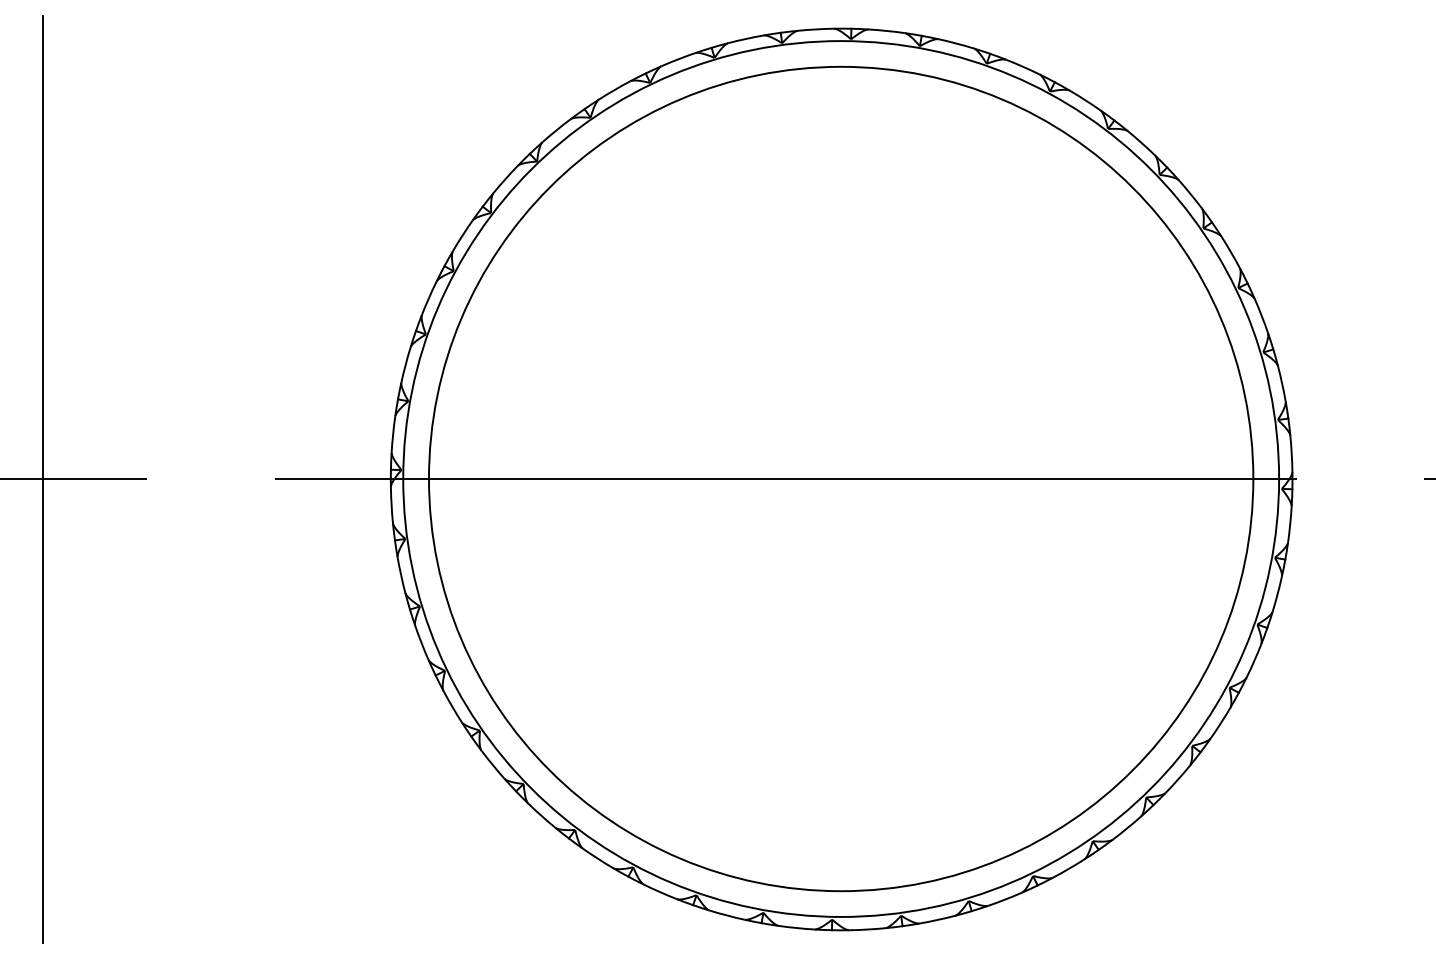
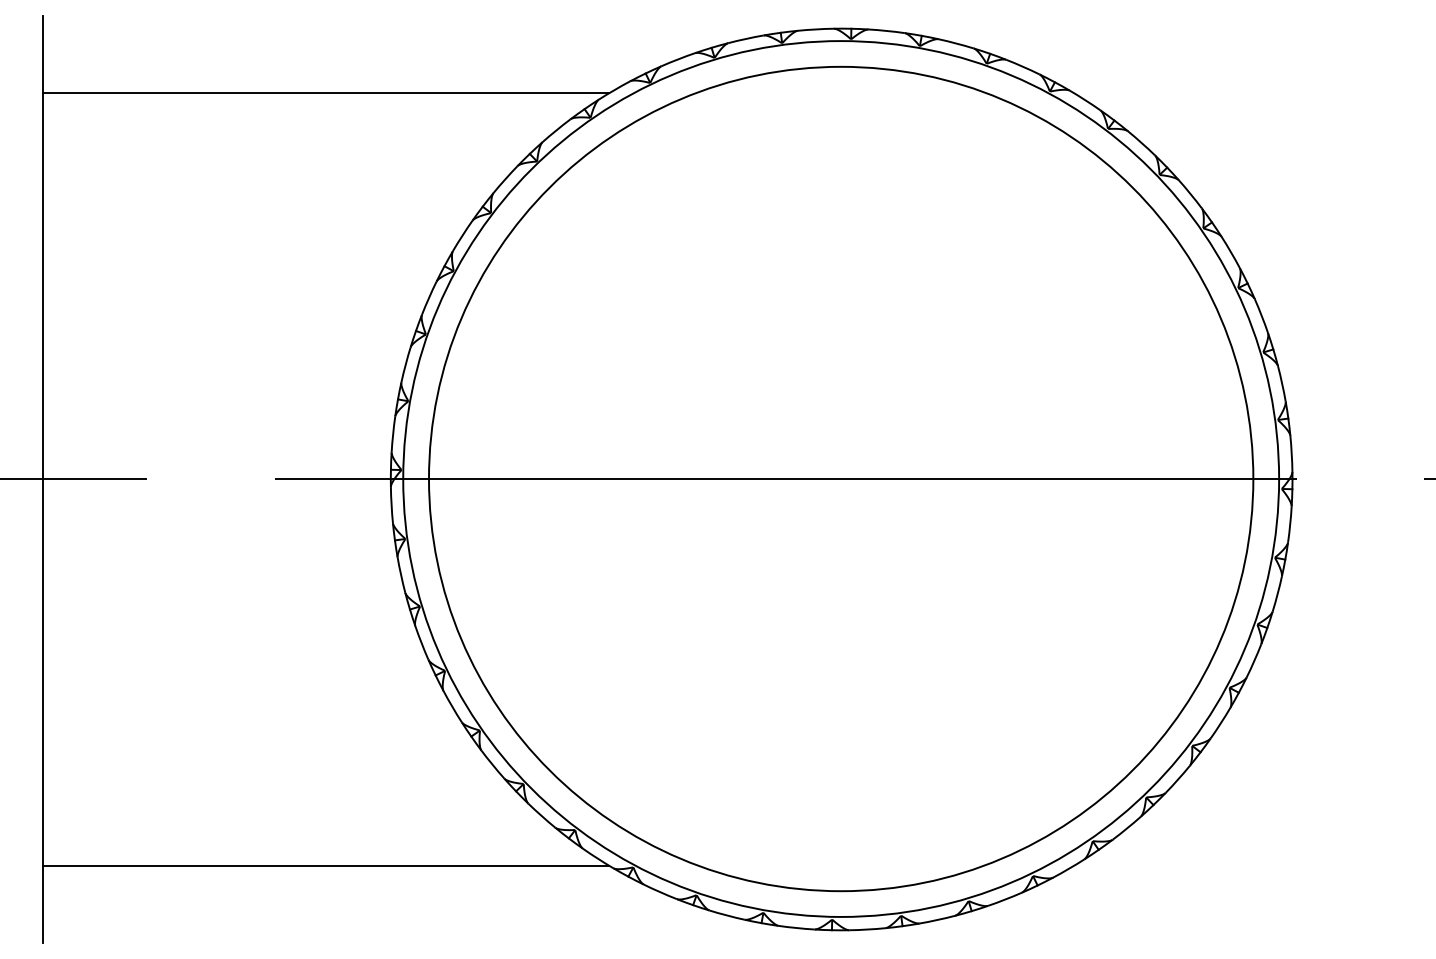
line at (326, 93): none -> present
line at (326, 865): none -> present
